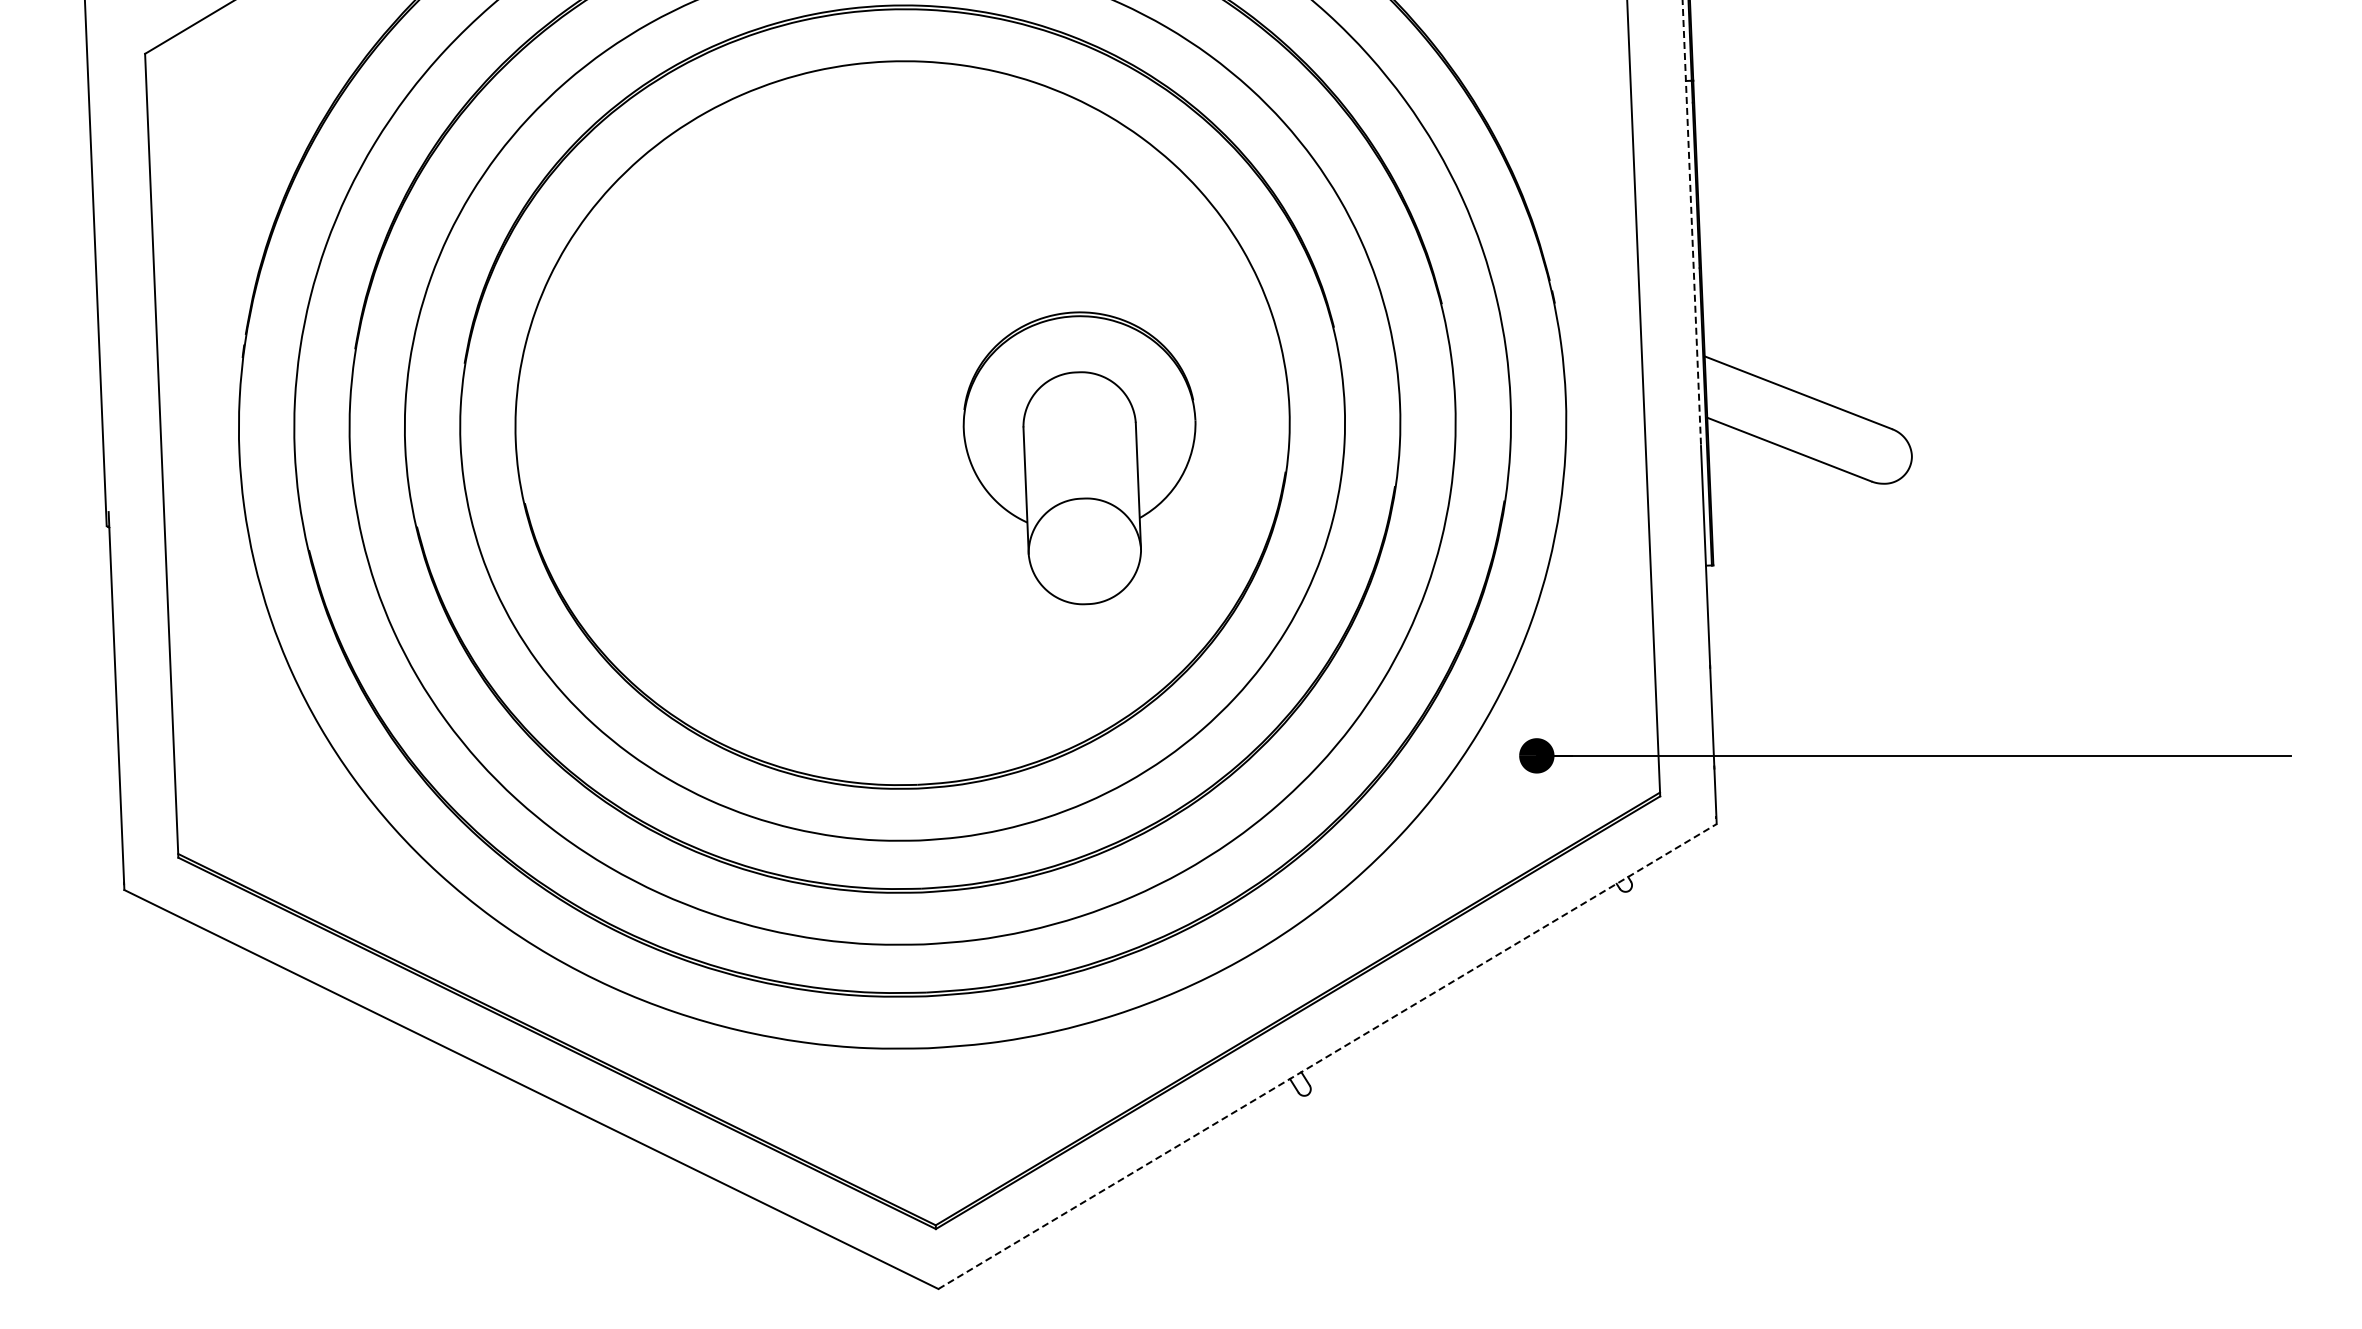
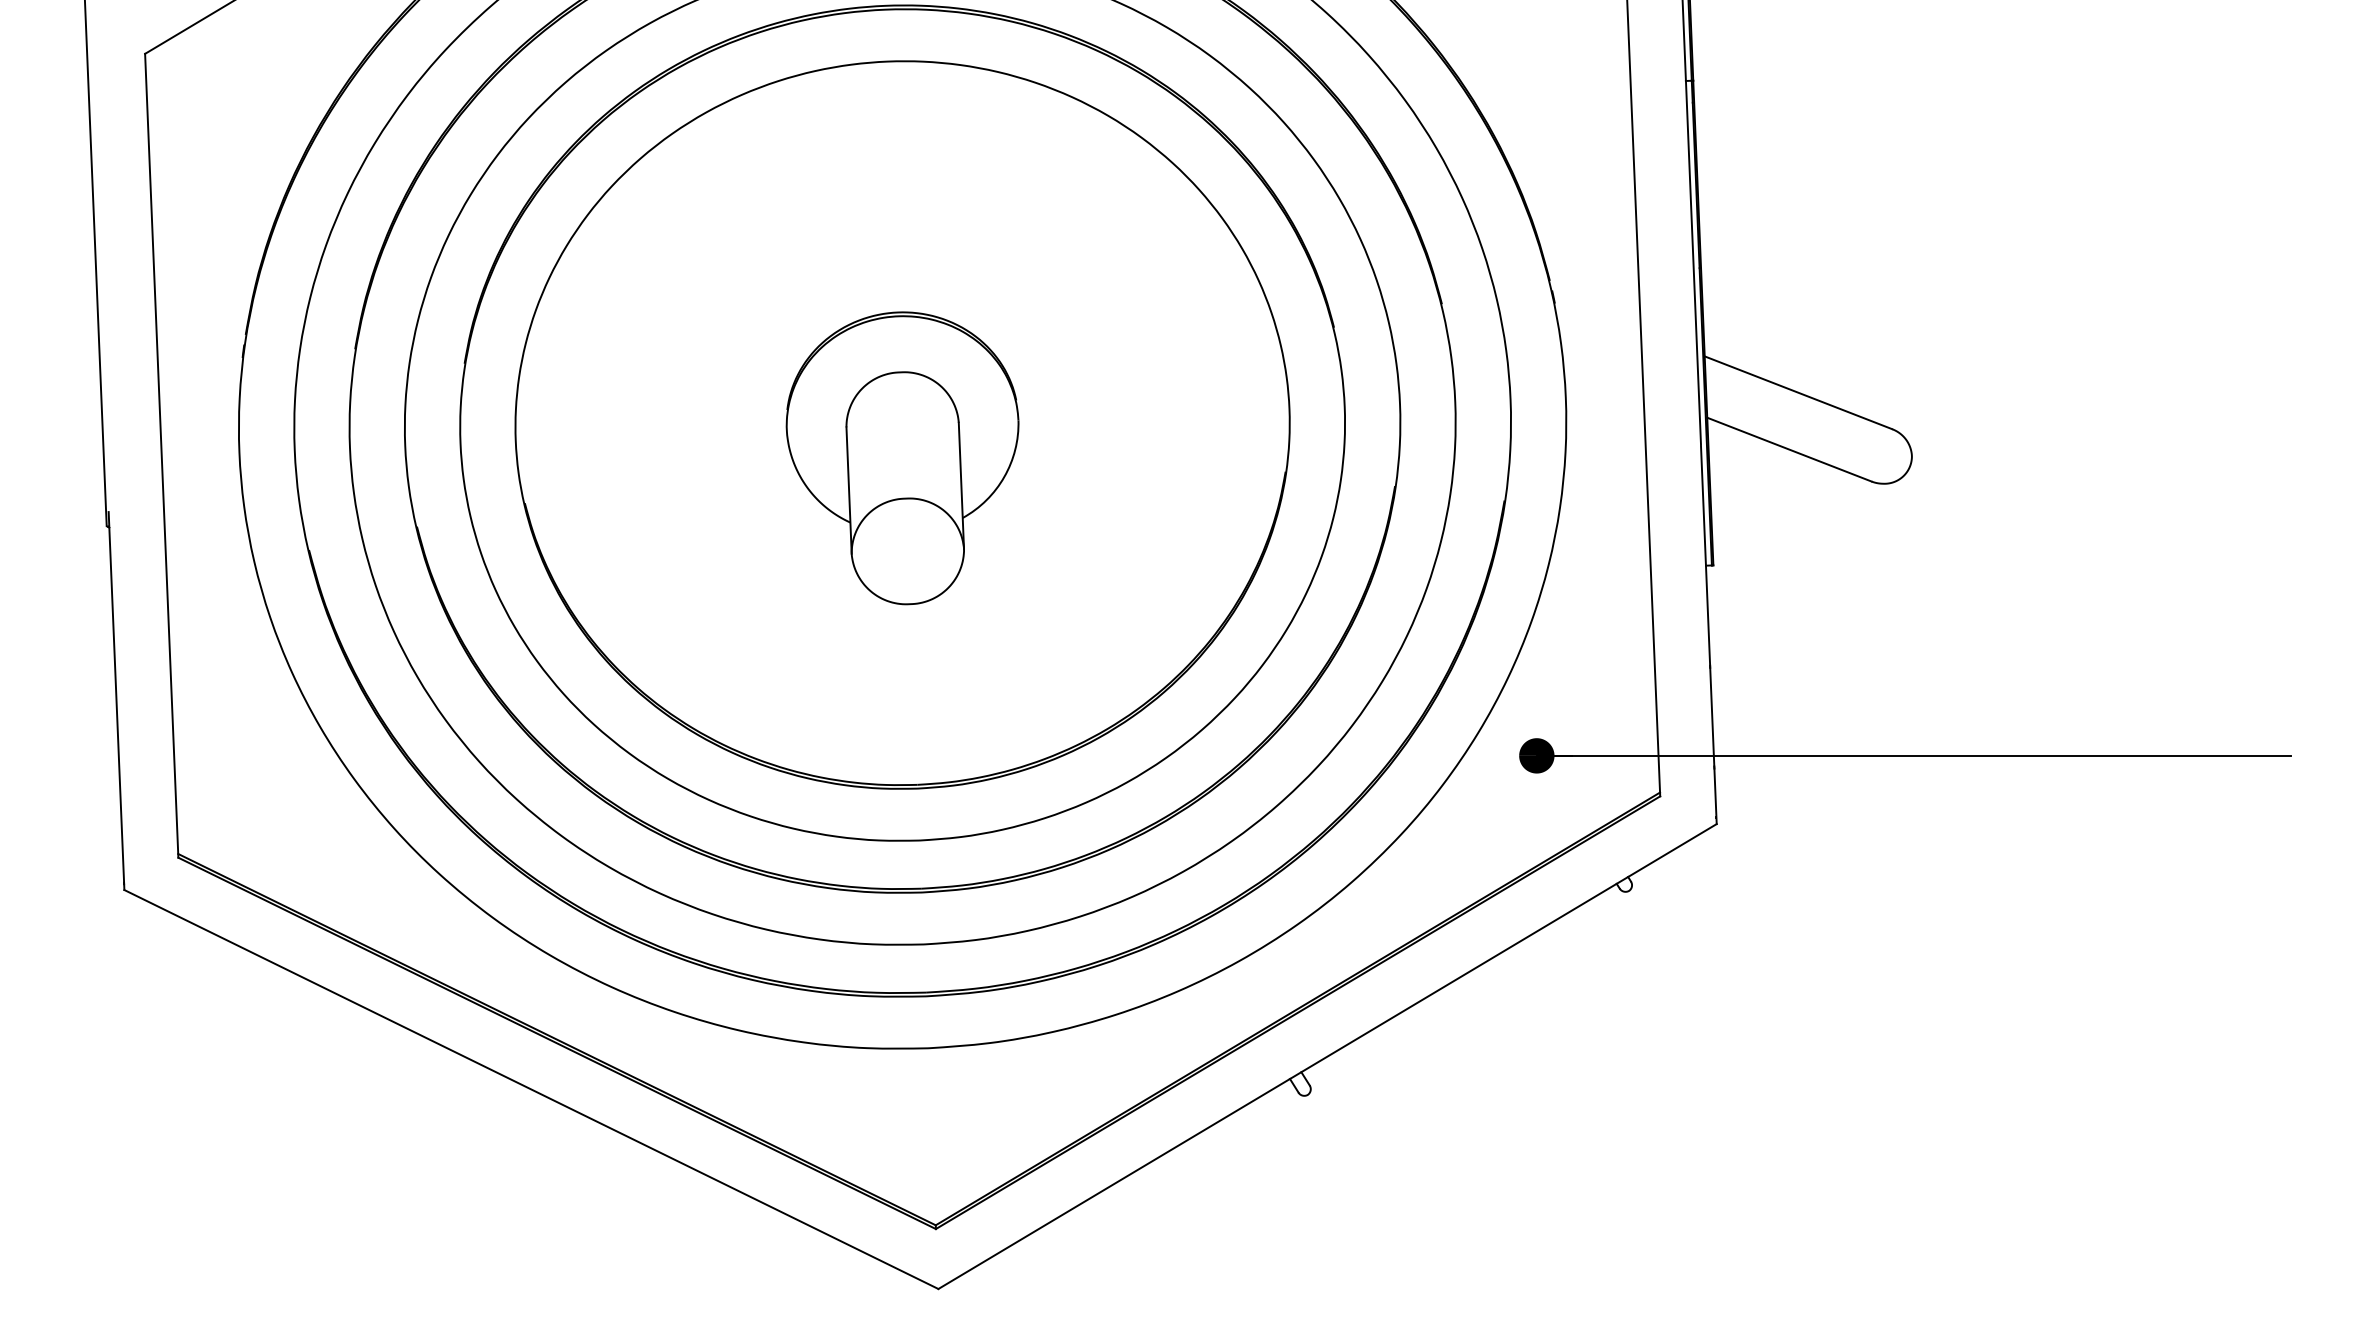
line at (1691, 221): dashed -> solid
part at (1079, 458) position: (1079, 458) -> (902, 458)
line at (1328, 1056): dashed -> solid
